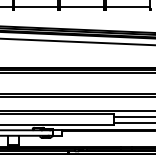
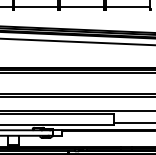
line at (132, 116): present -> none
